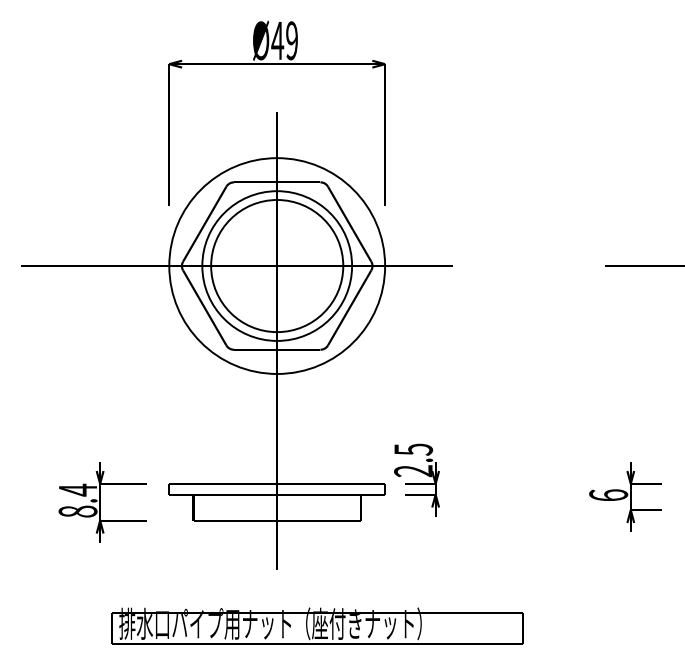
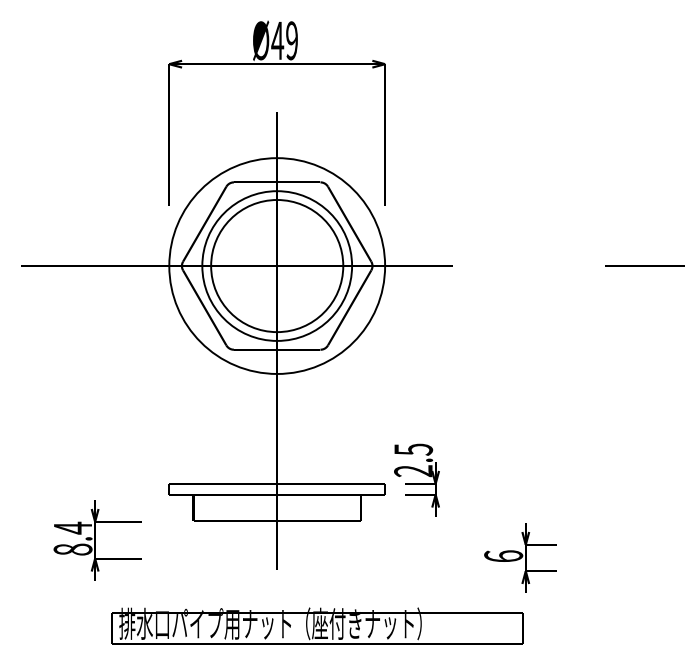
text at (625, 496) position: (625, 496) -> (520, 557)
text at (102, 502) position: (102, 502) -> (97, 540)
